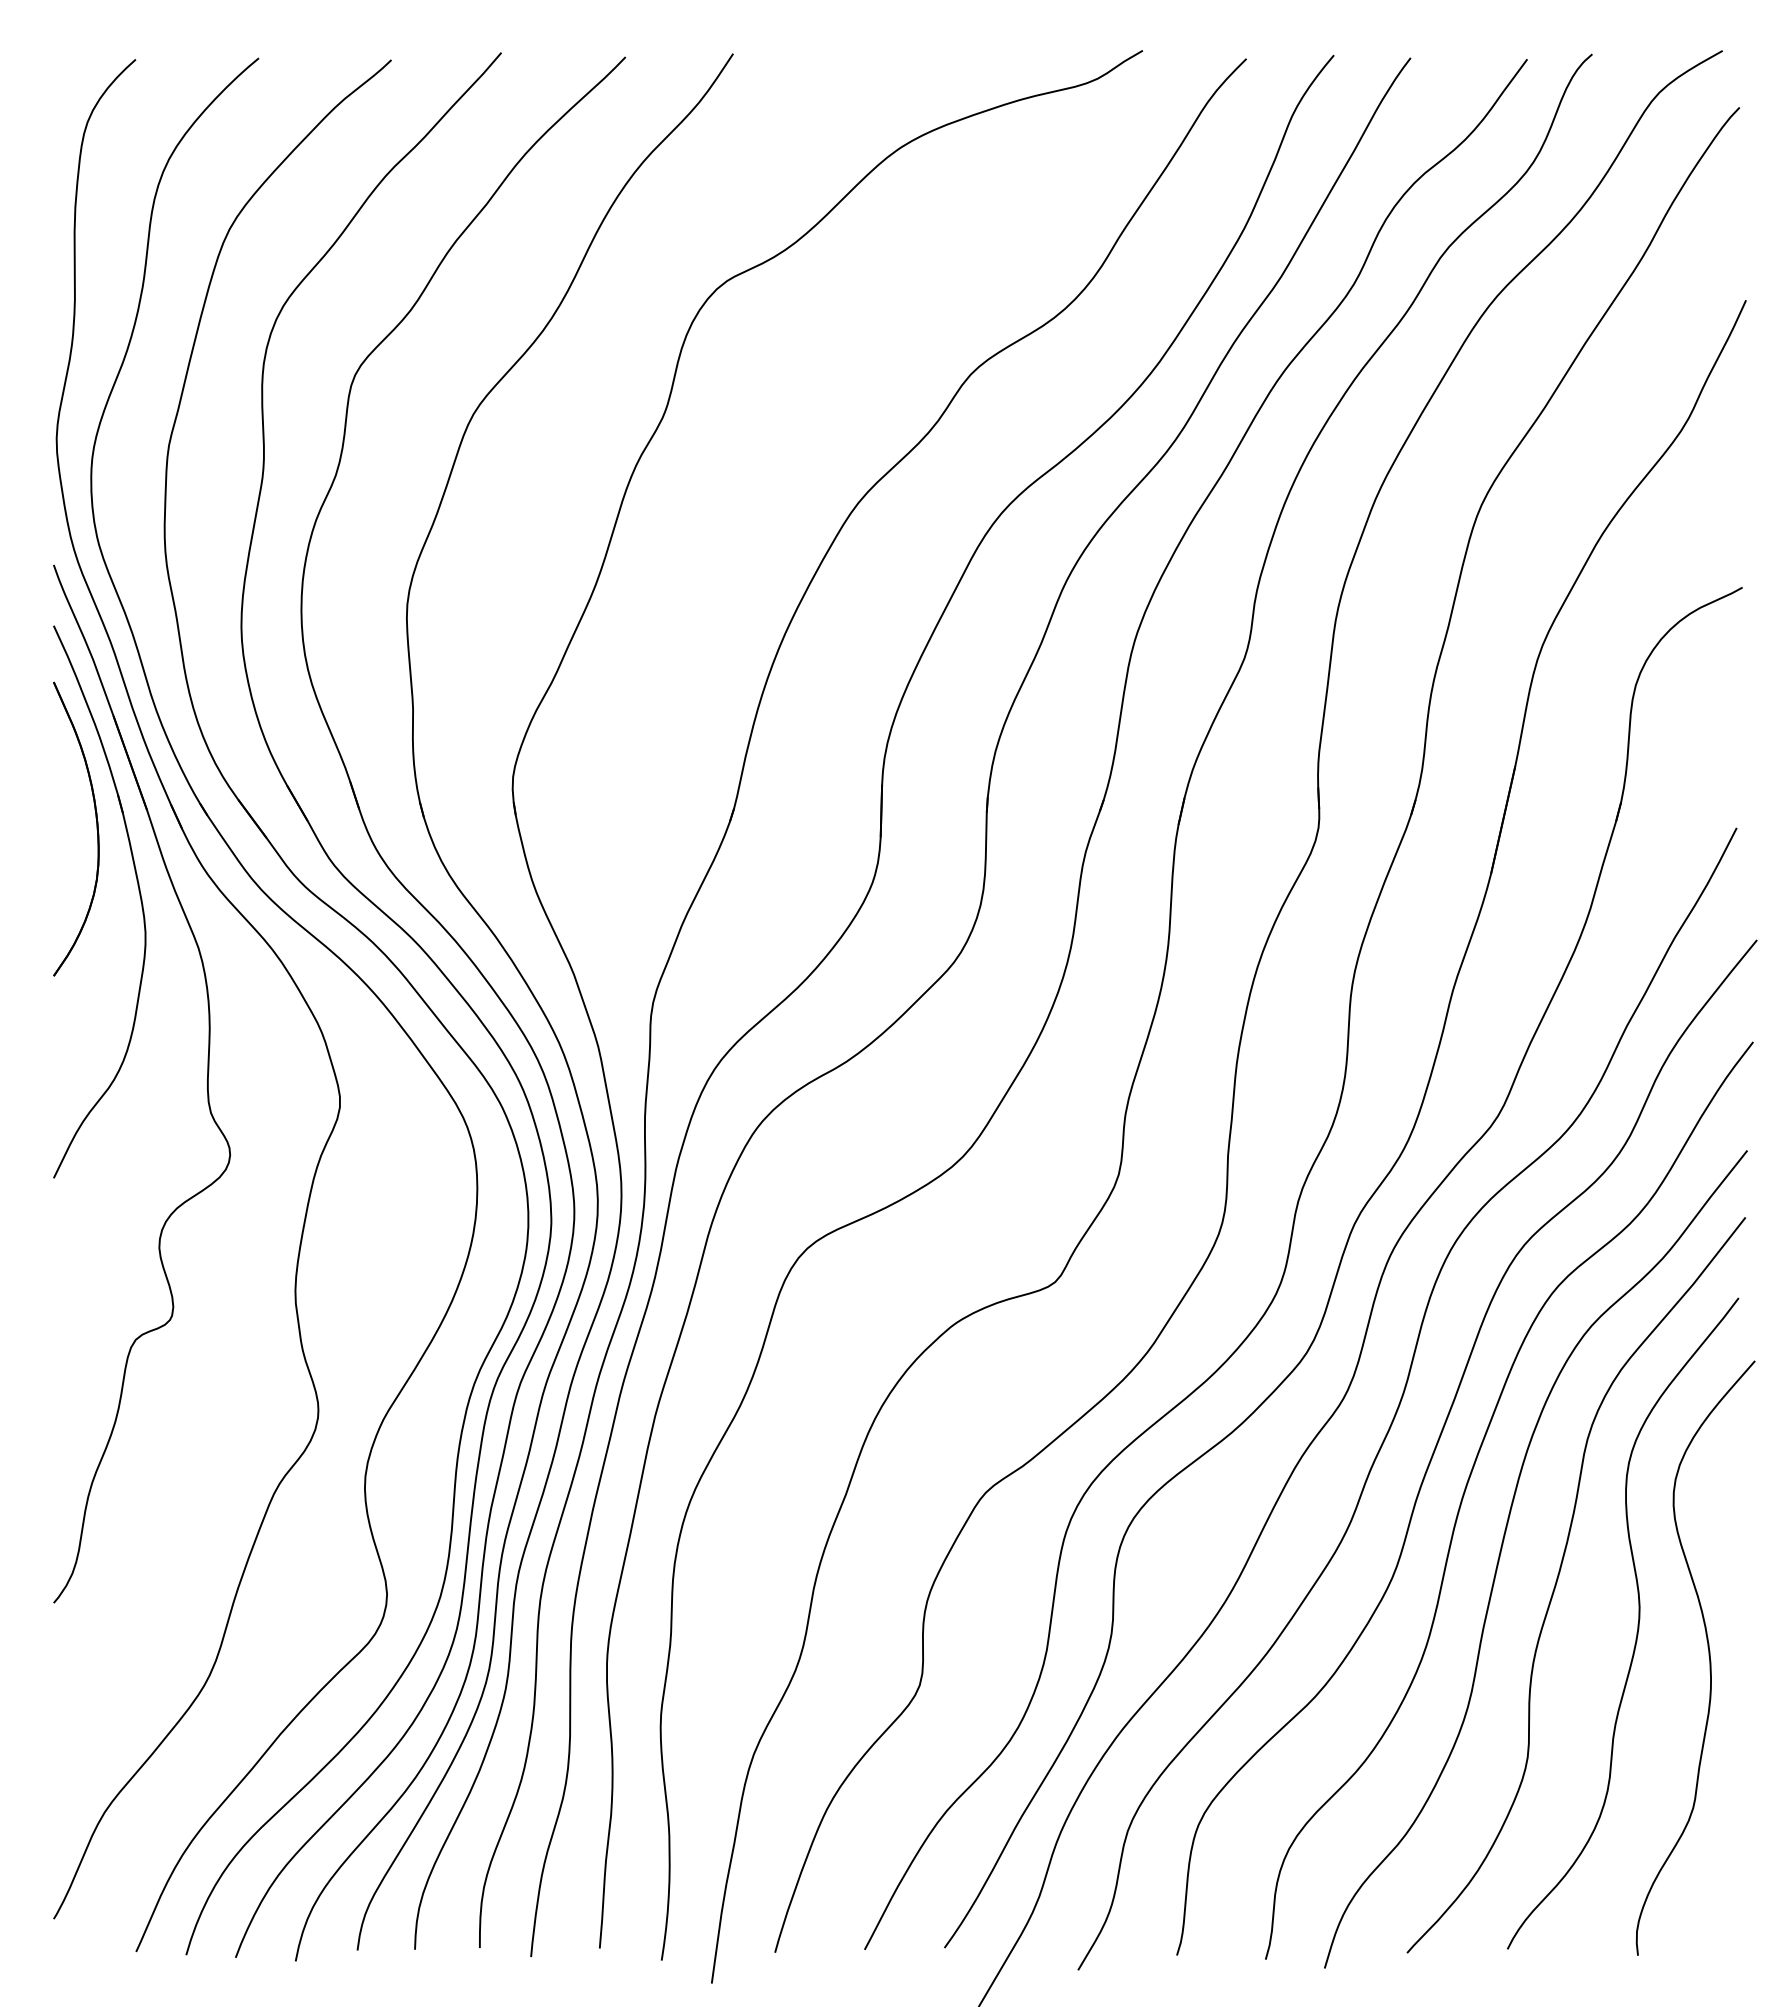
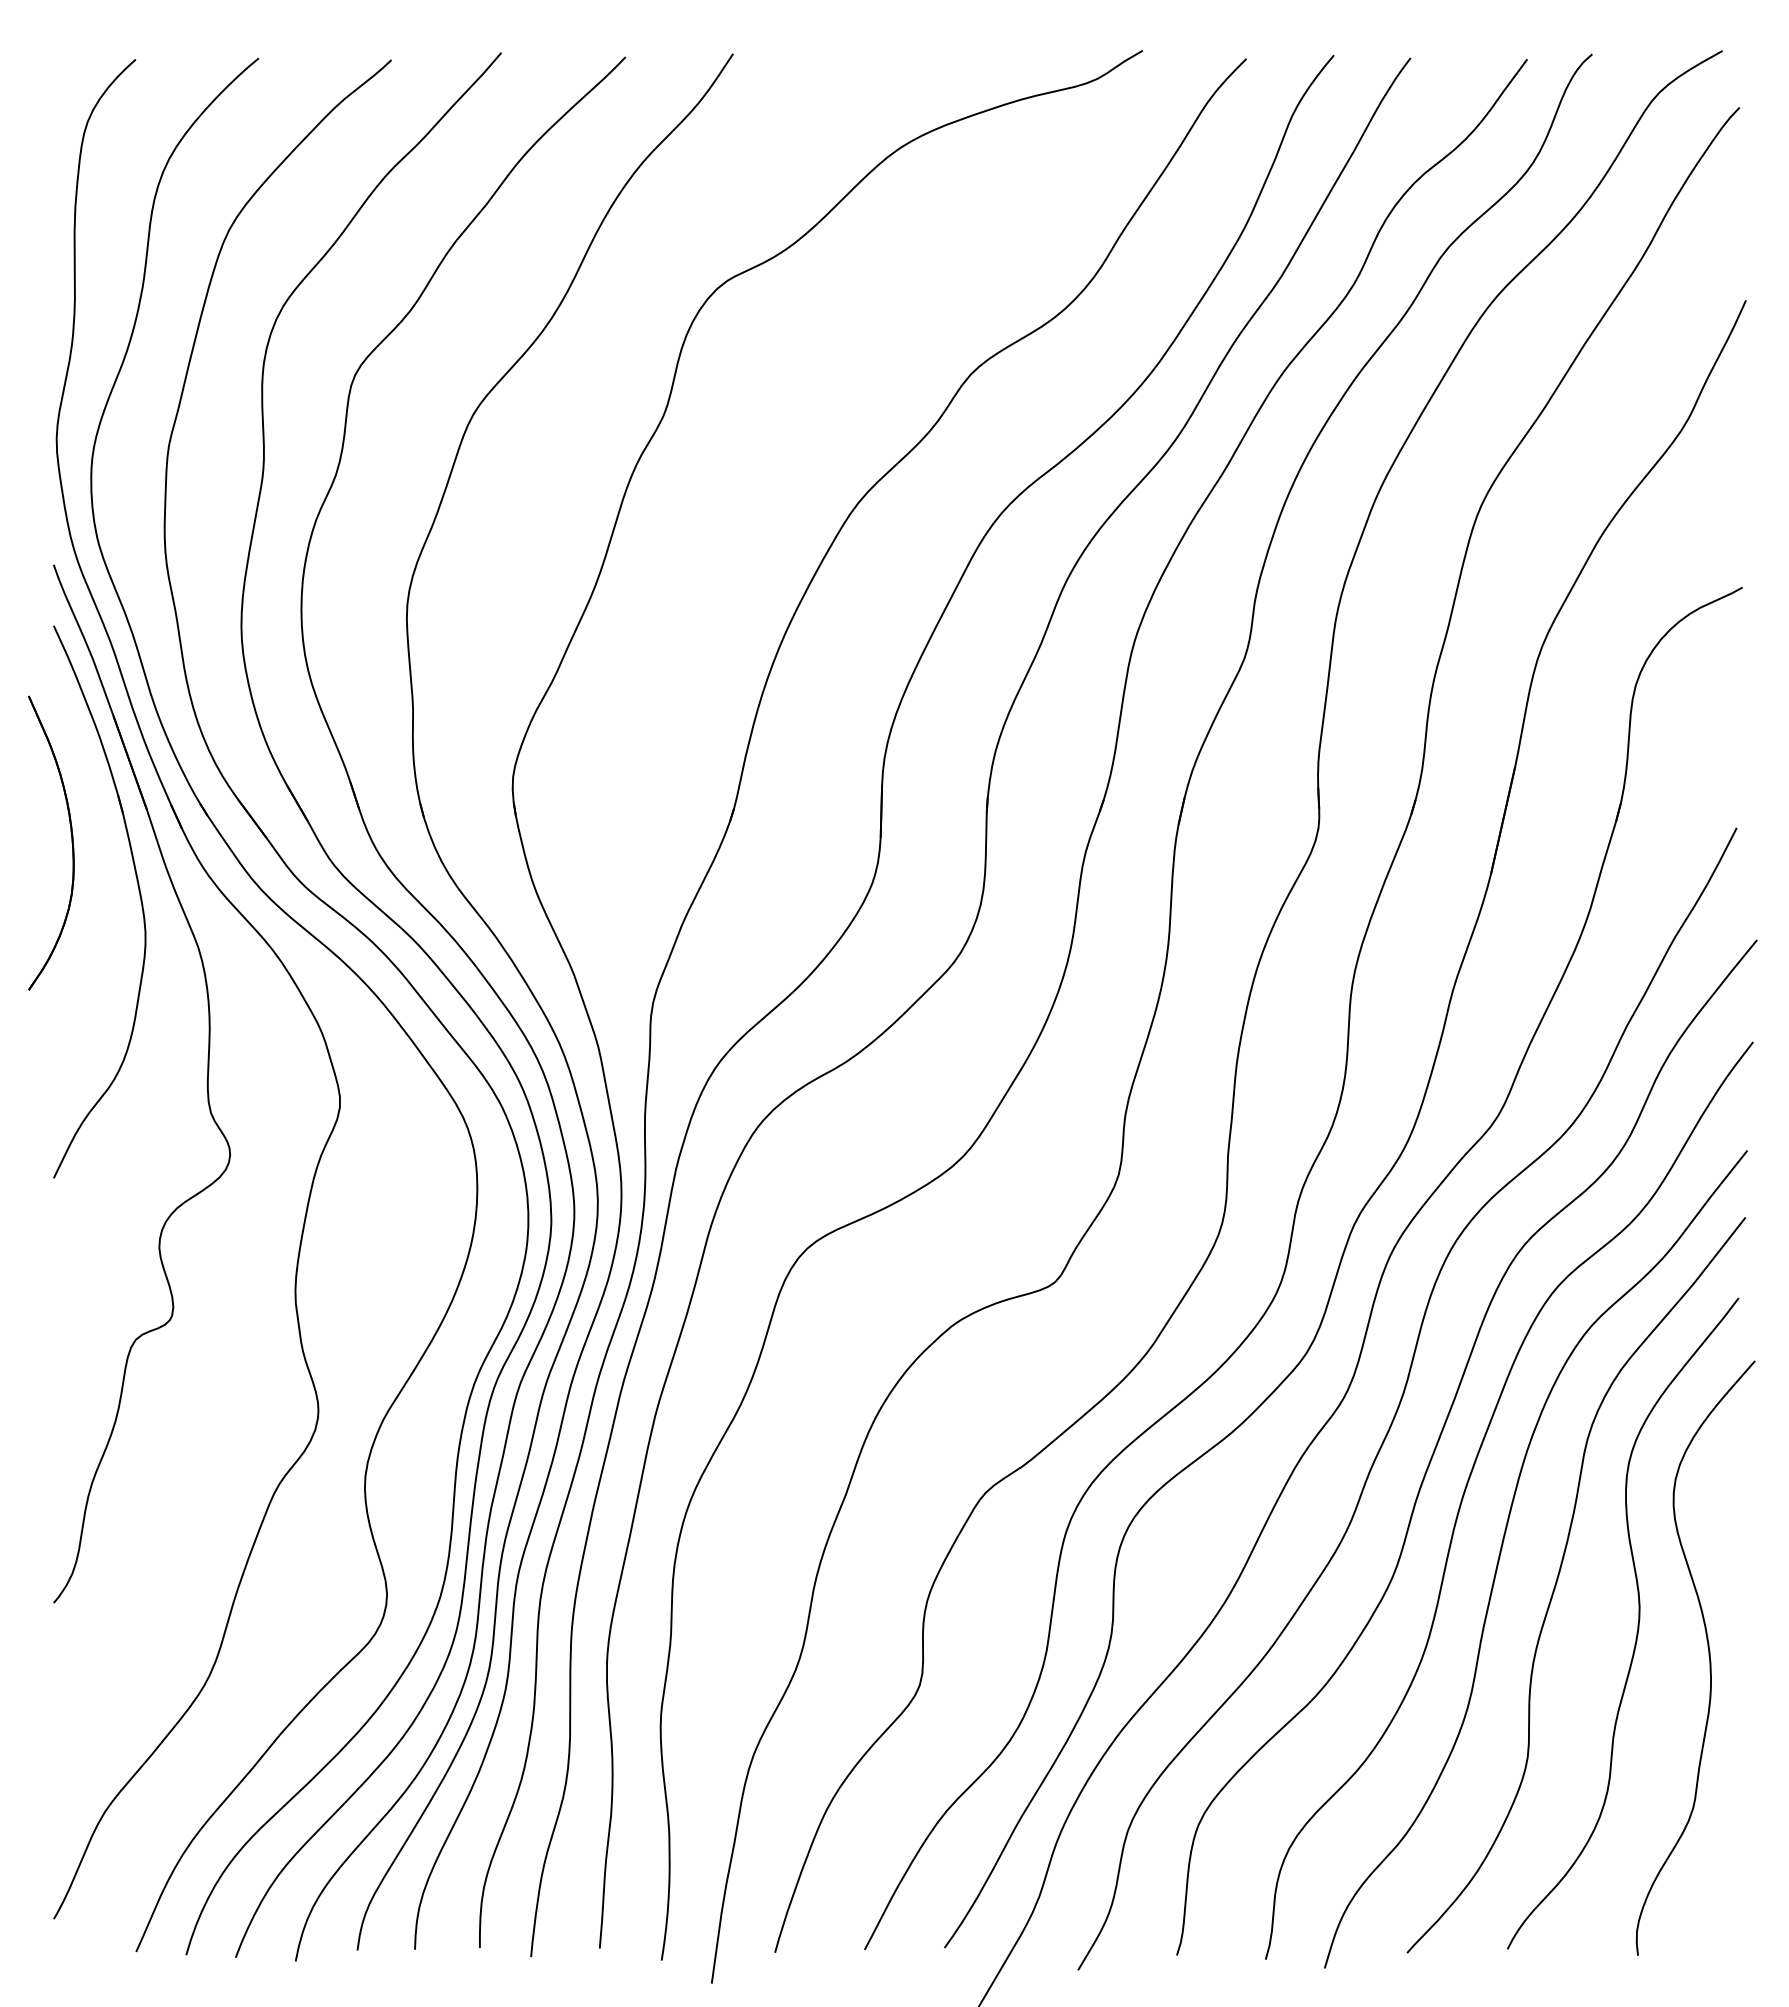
part at (96, 828) position: (96, 828) -> (71, 842)
